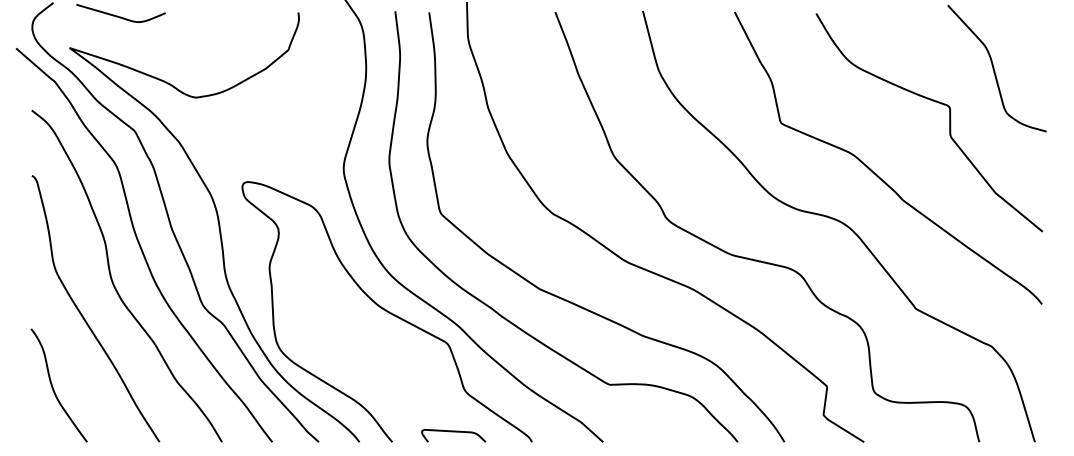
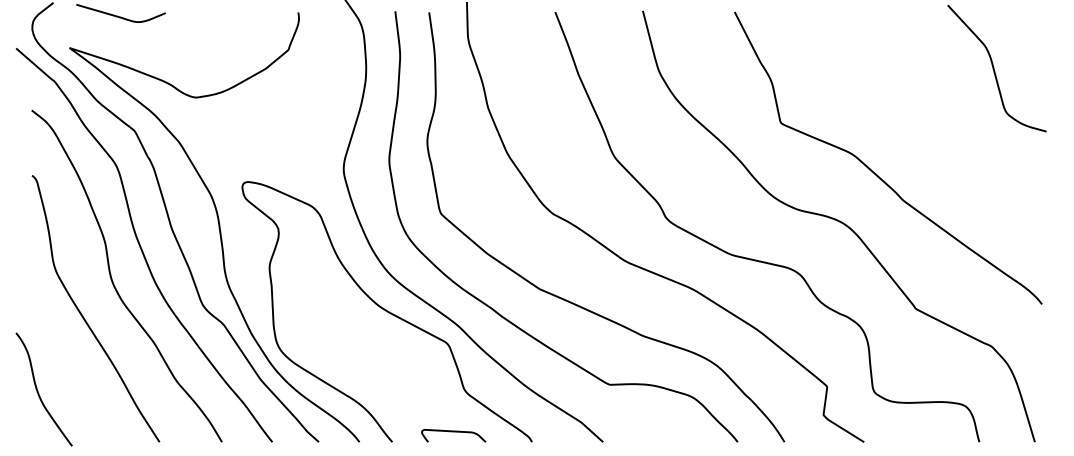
curve at (949, 122): present -> none
curve at (53, 386) position: (53, 386) -> (38, 390)
